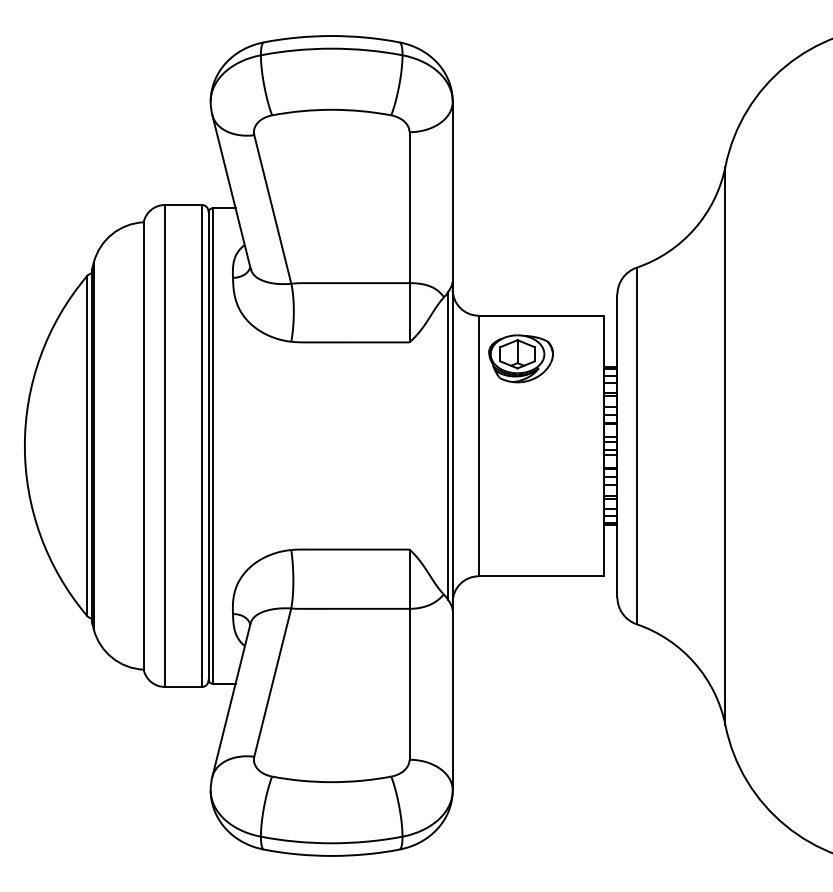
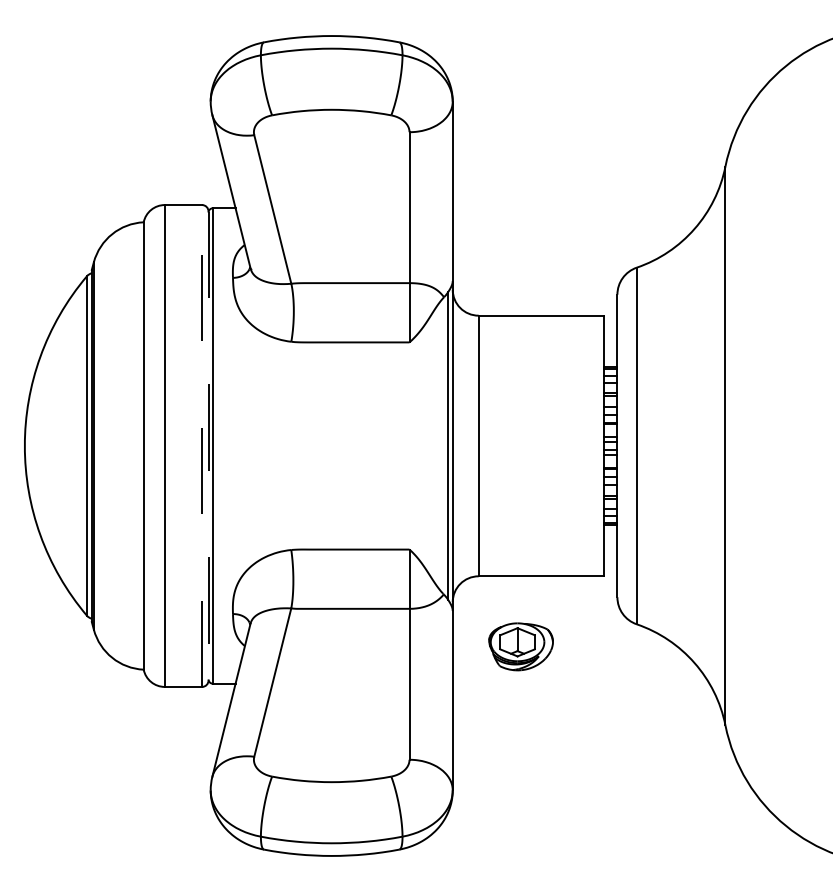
part at (520, 358) position: (520, 358) -> (520, 646)
line at (202, 446): solid -> dashed
line at (208, 446): solid -> dashed
